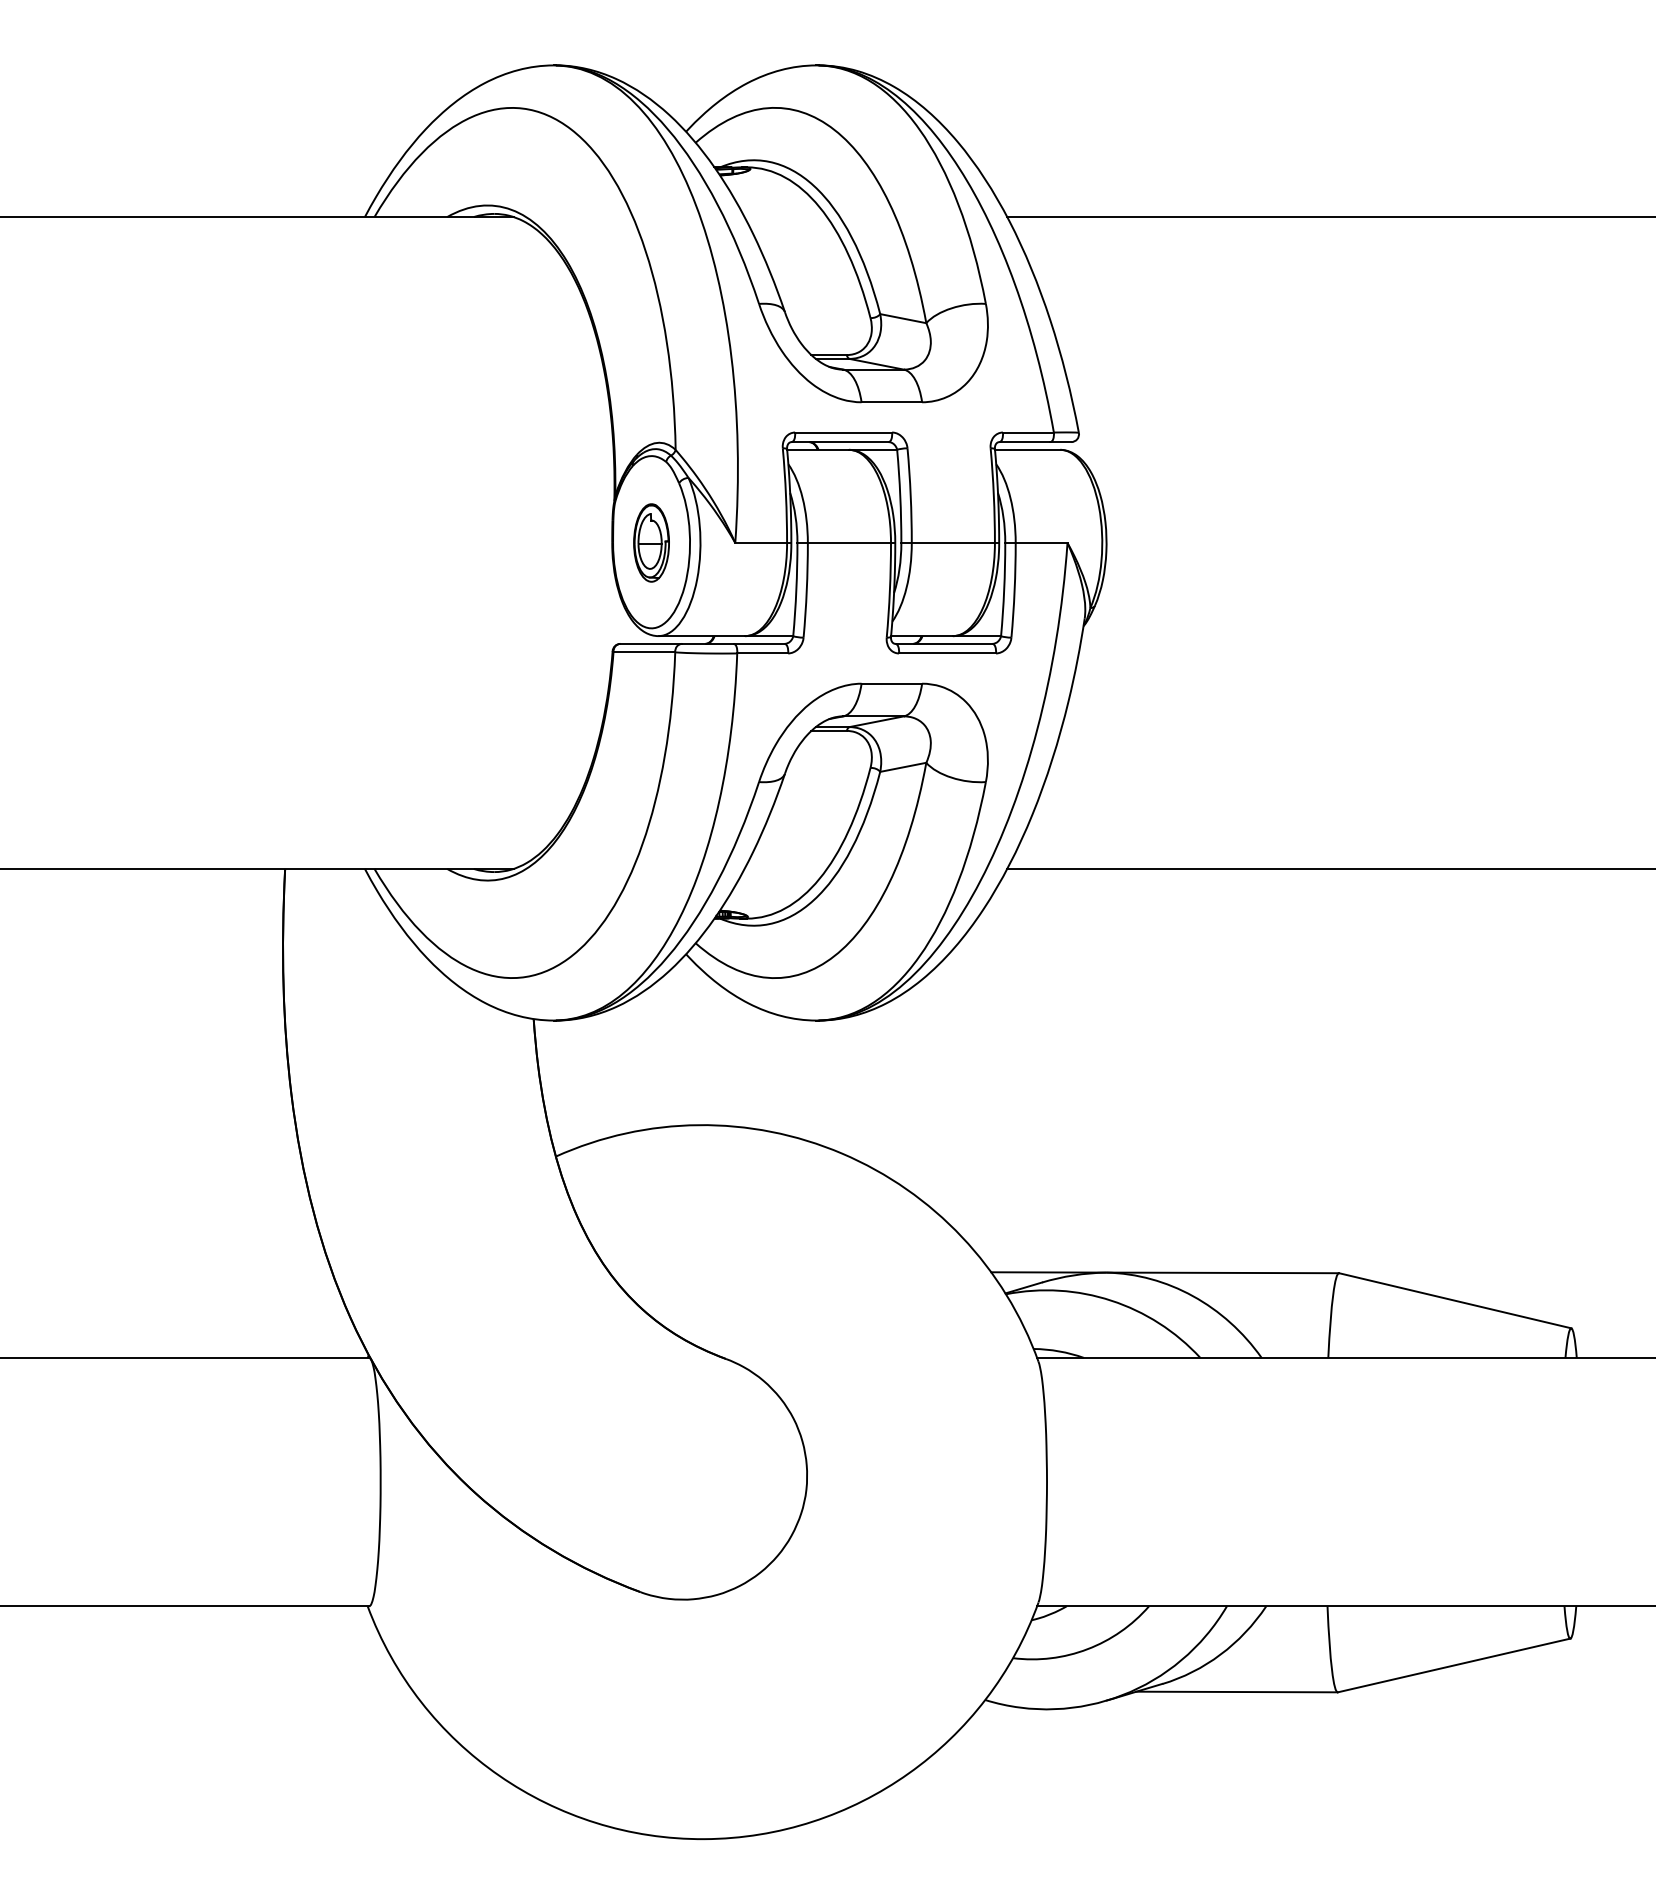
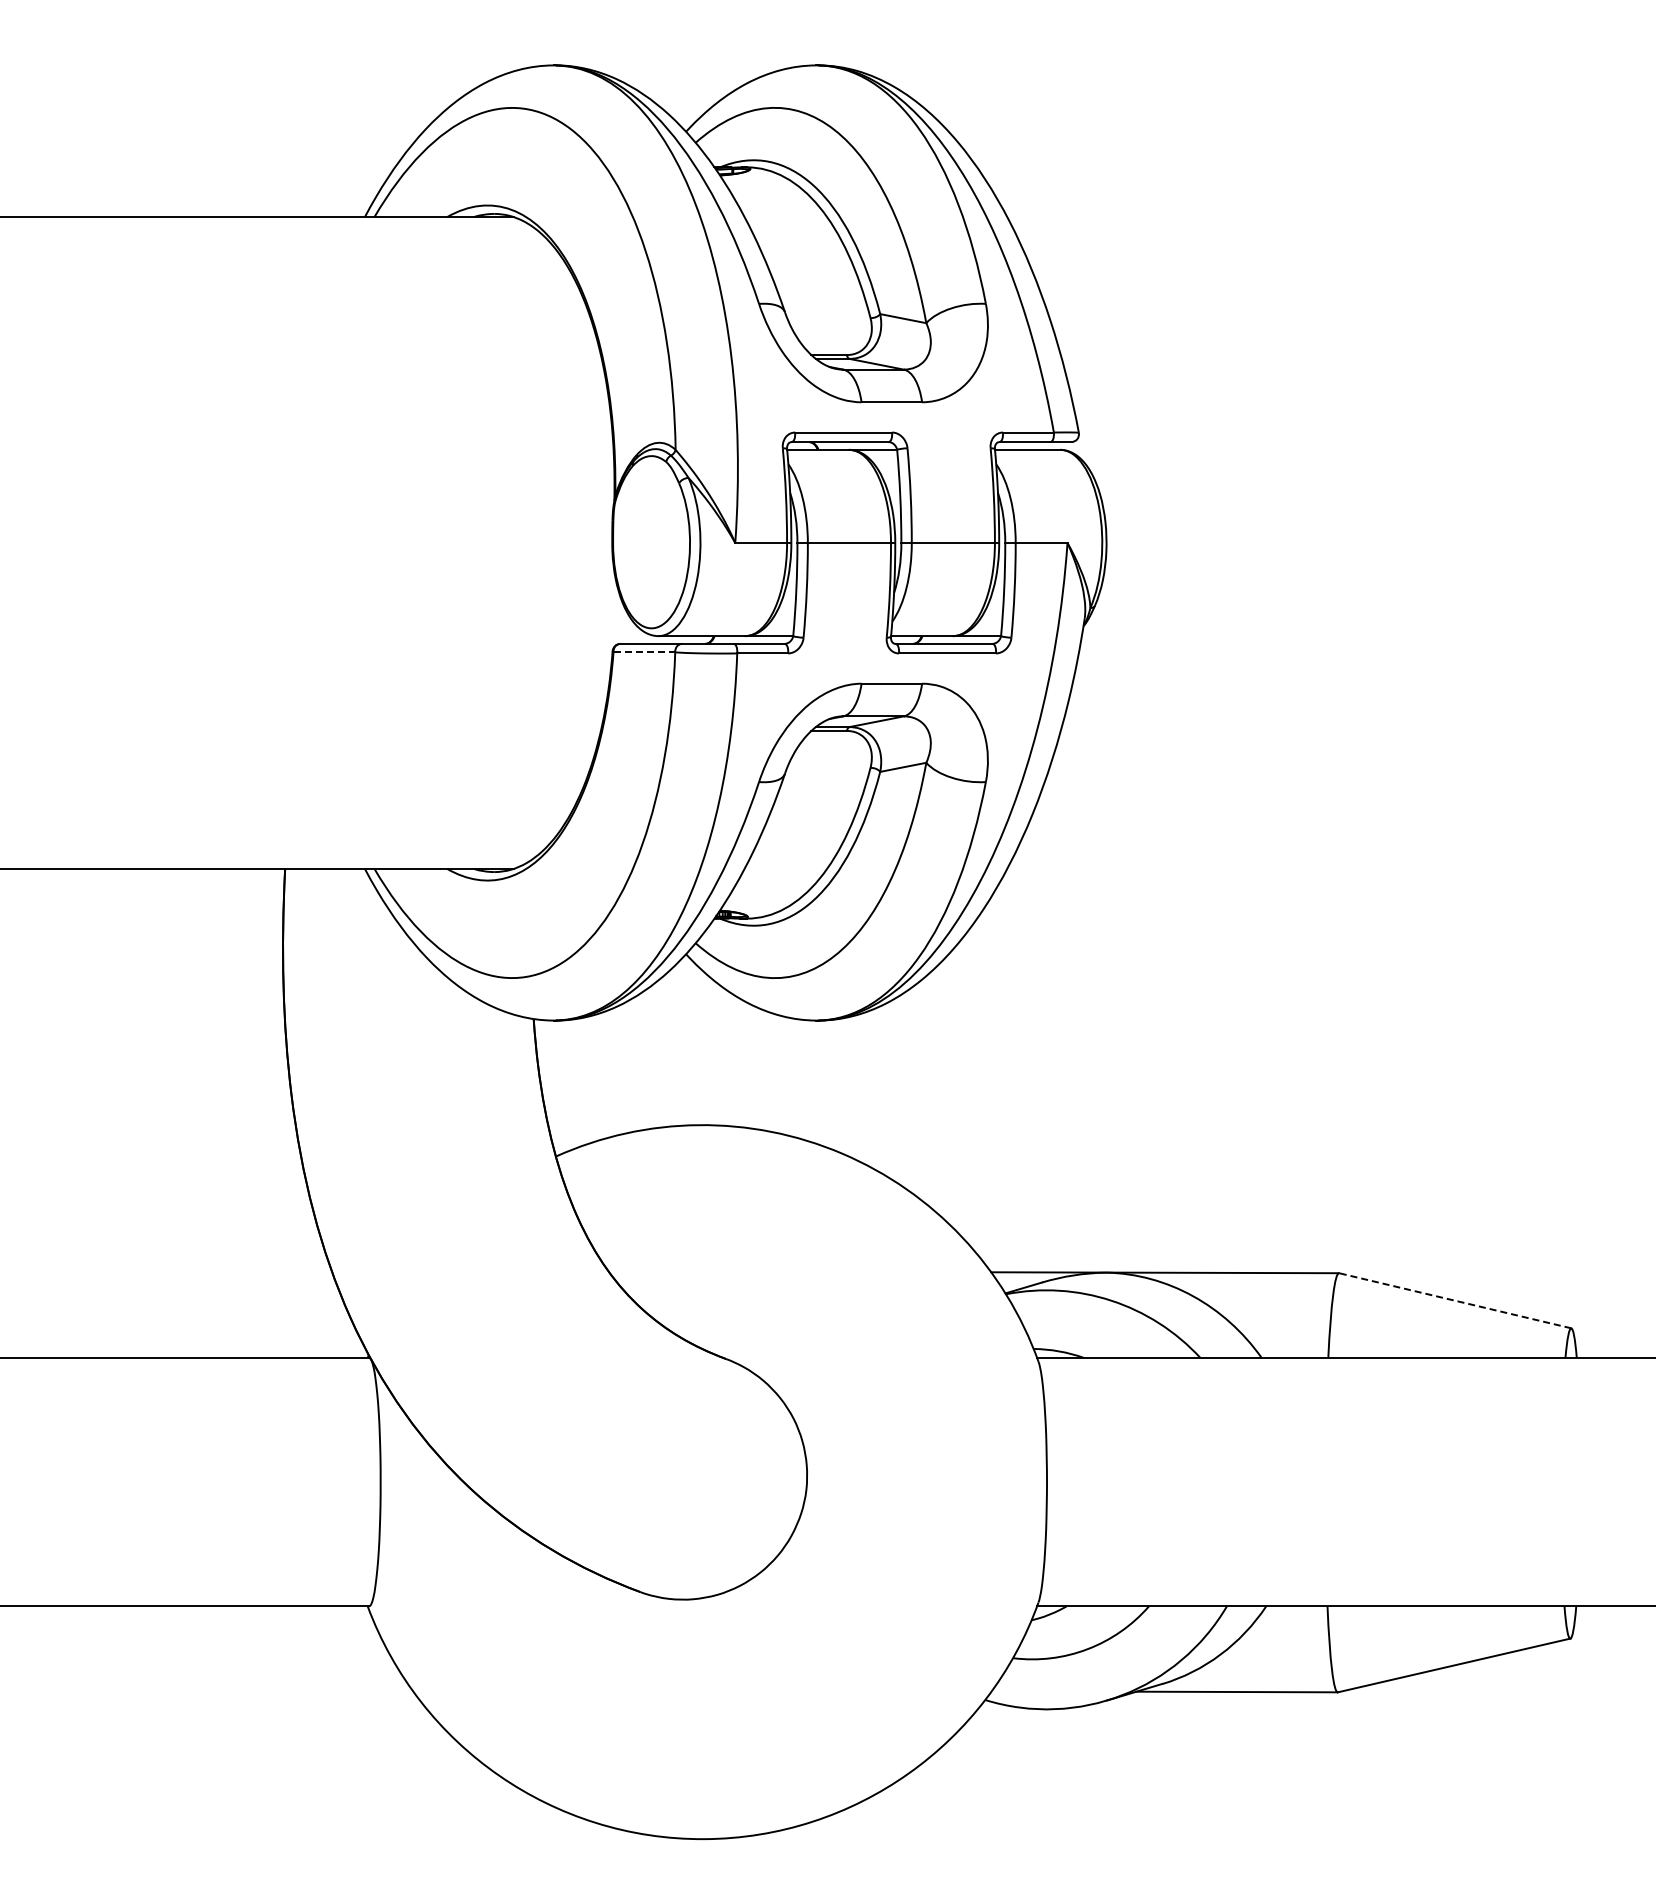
line at (1329, 217): present -> none
part at (651, 542): present -> none
line at (644, 652): solid -> dashed
line at (1329, 868): present -> none
line at (1454, 1300): solid -> dashed
